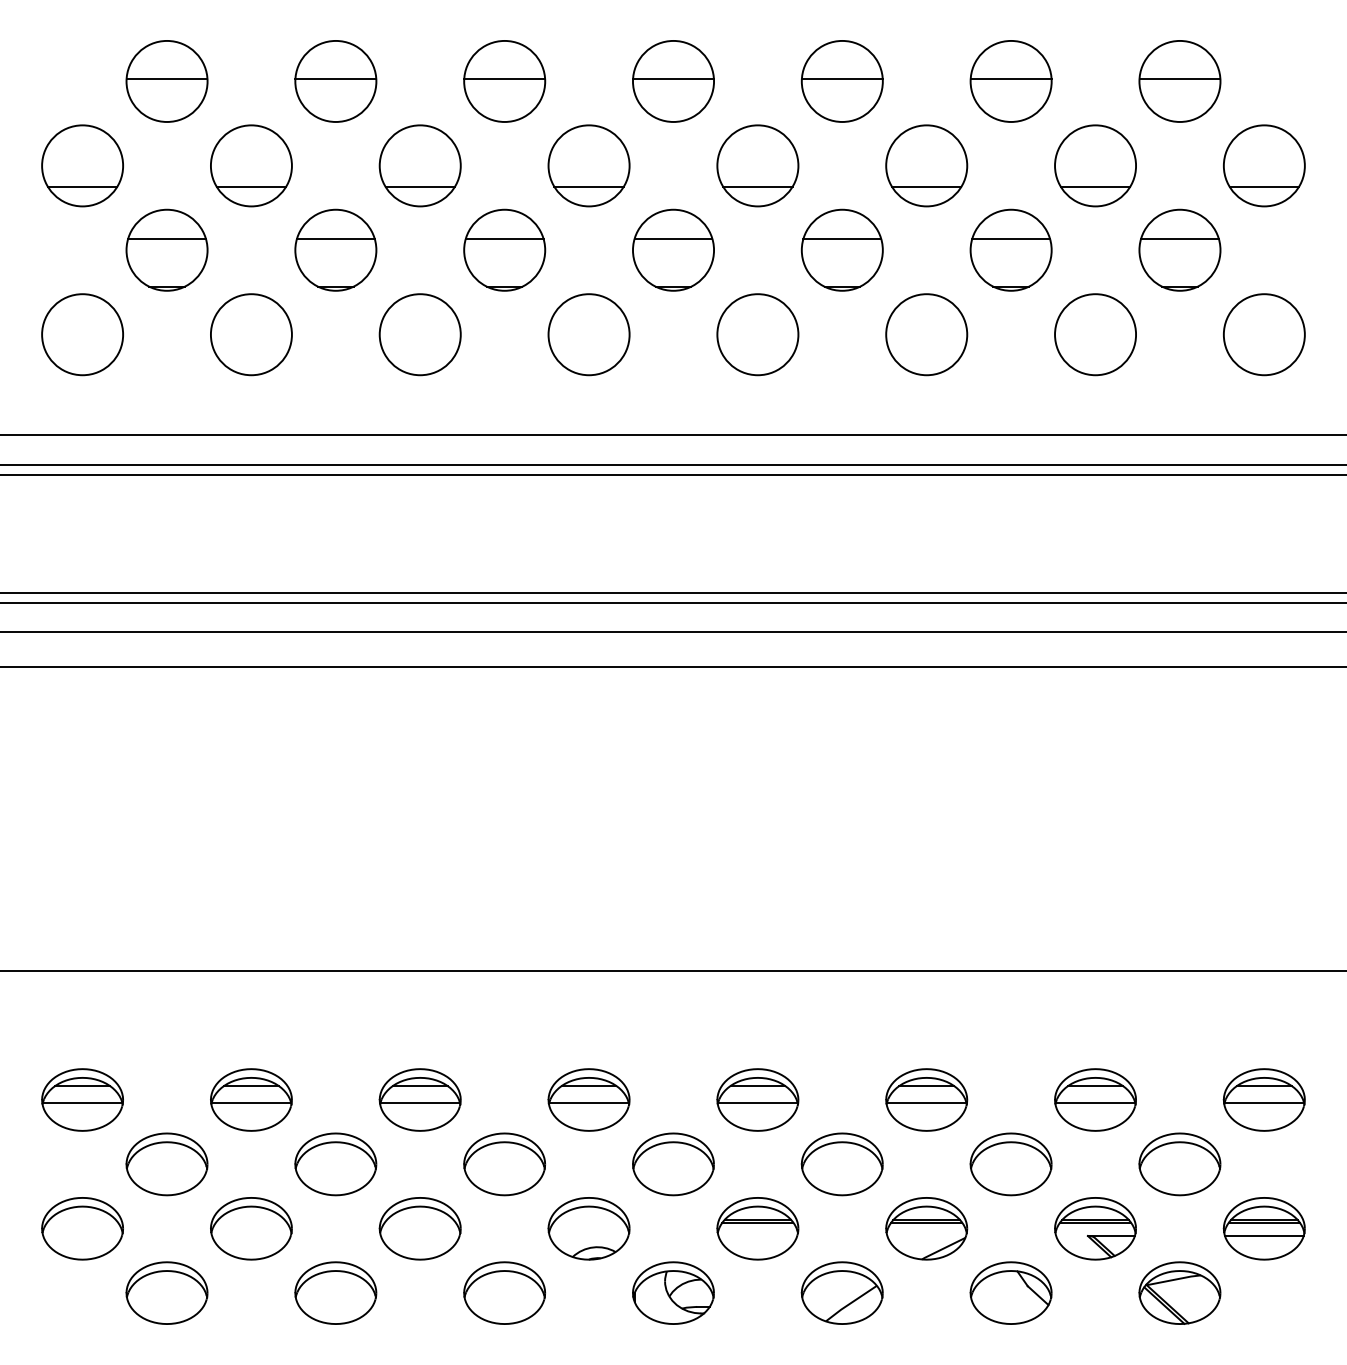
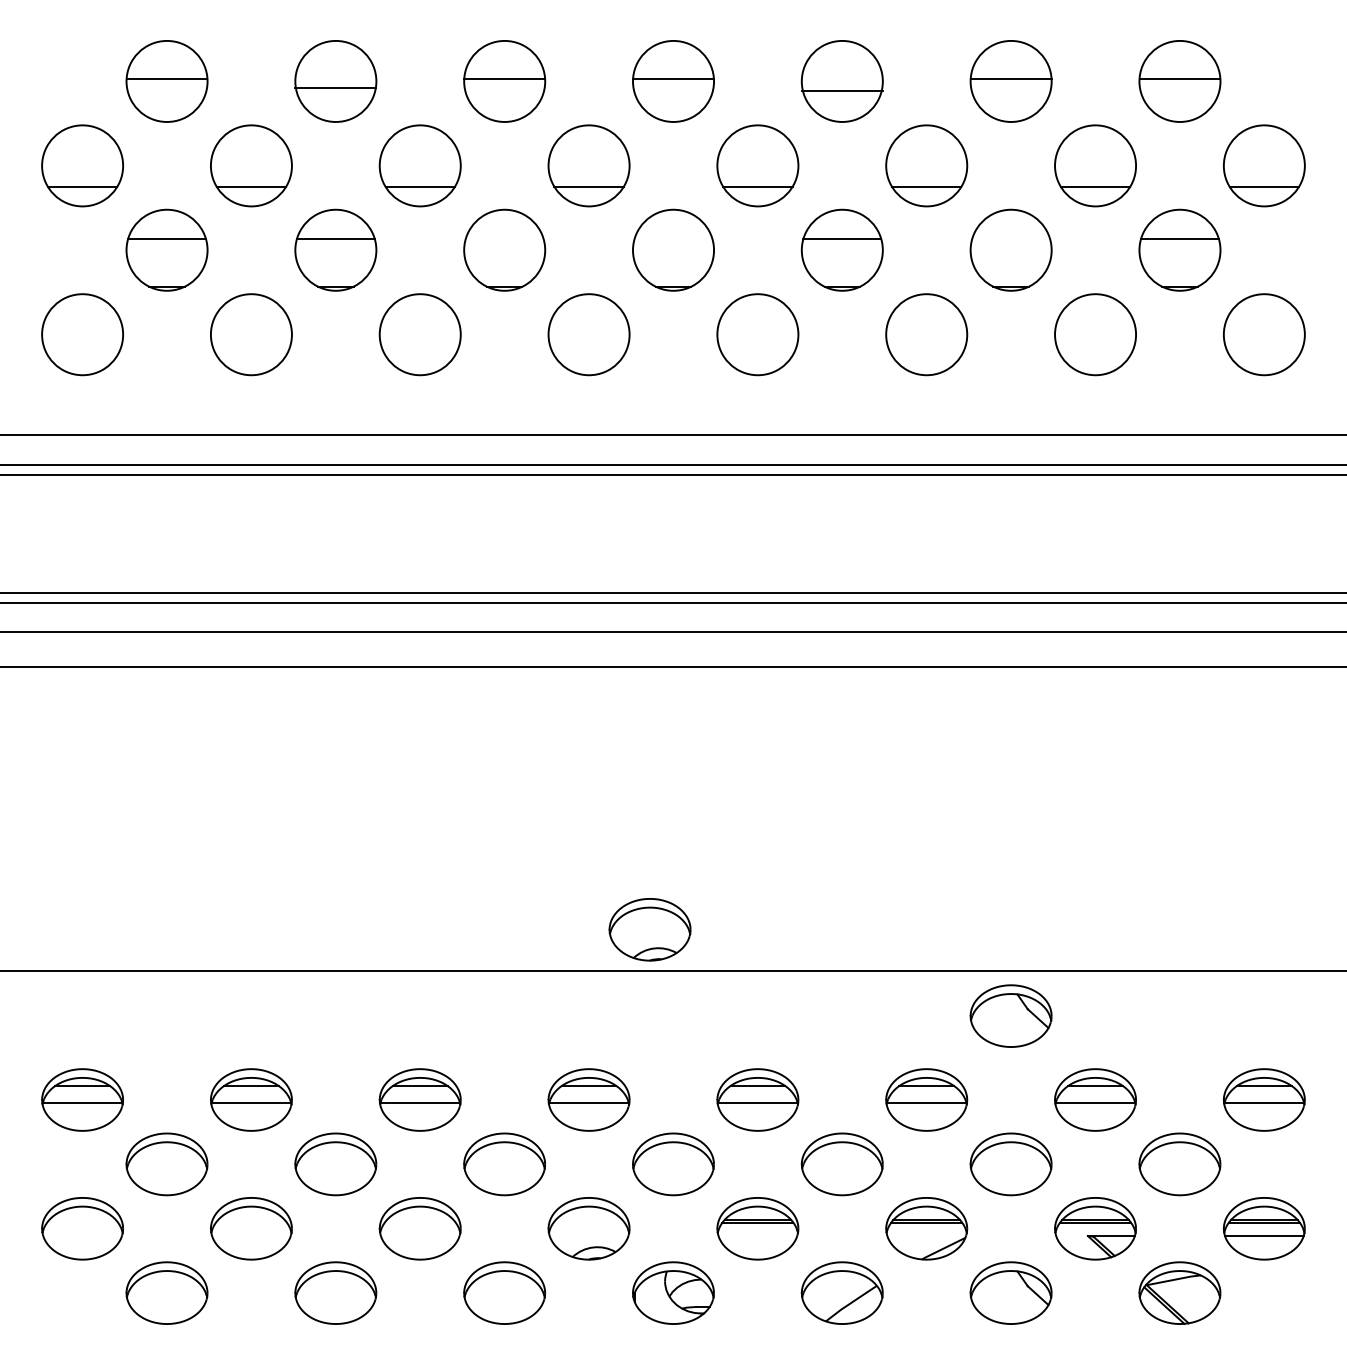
line at (335, 79) position: (335, 79) -> (335, 88)
line at (841, 79) position: (841, 79) -> (841, 91)
line at (504, 238): present -> none
line at (673, 238): present -> none
line at (1010, 238): present -> none
part at (649, 929): none -> present
part at (1010, 1015): none -> present
